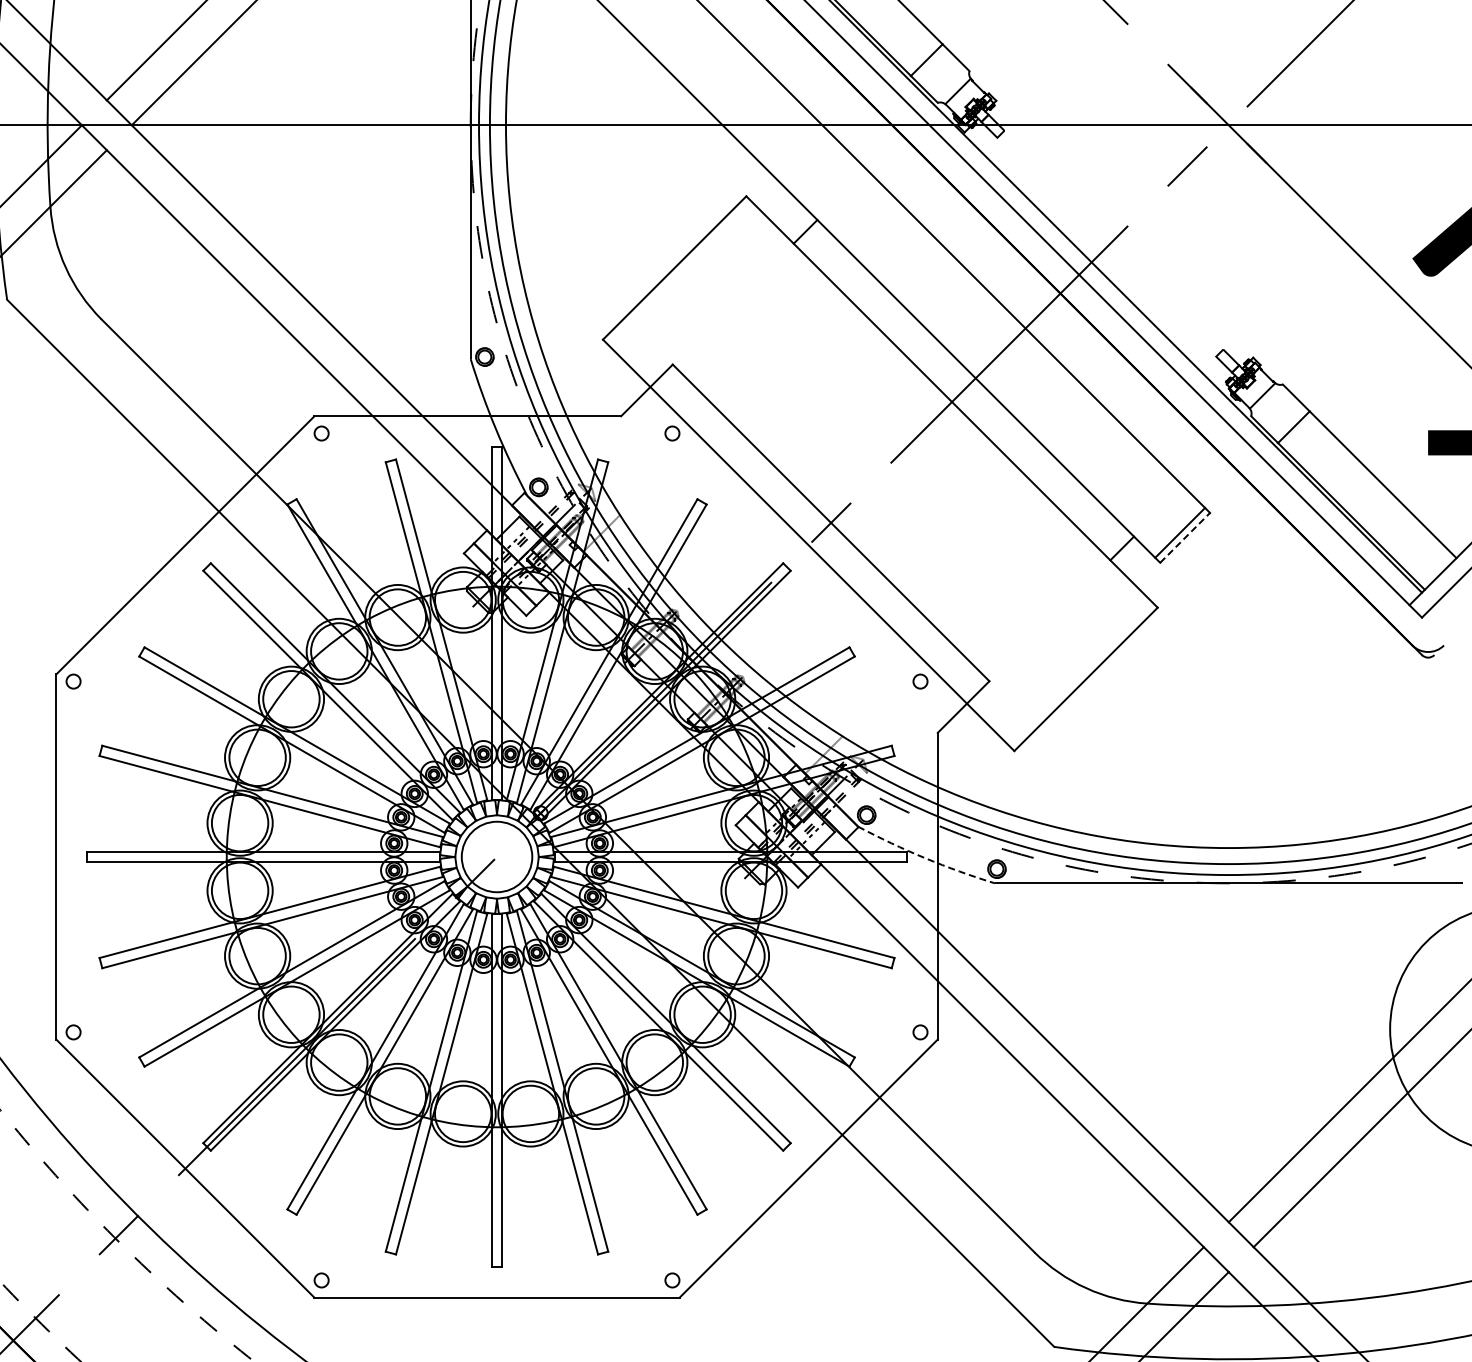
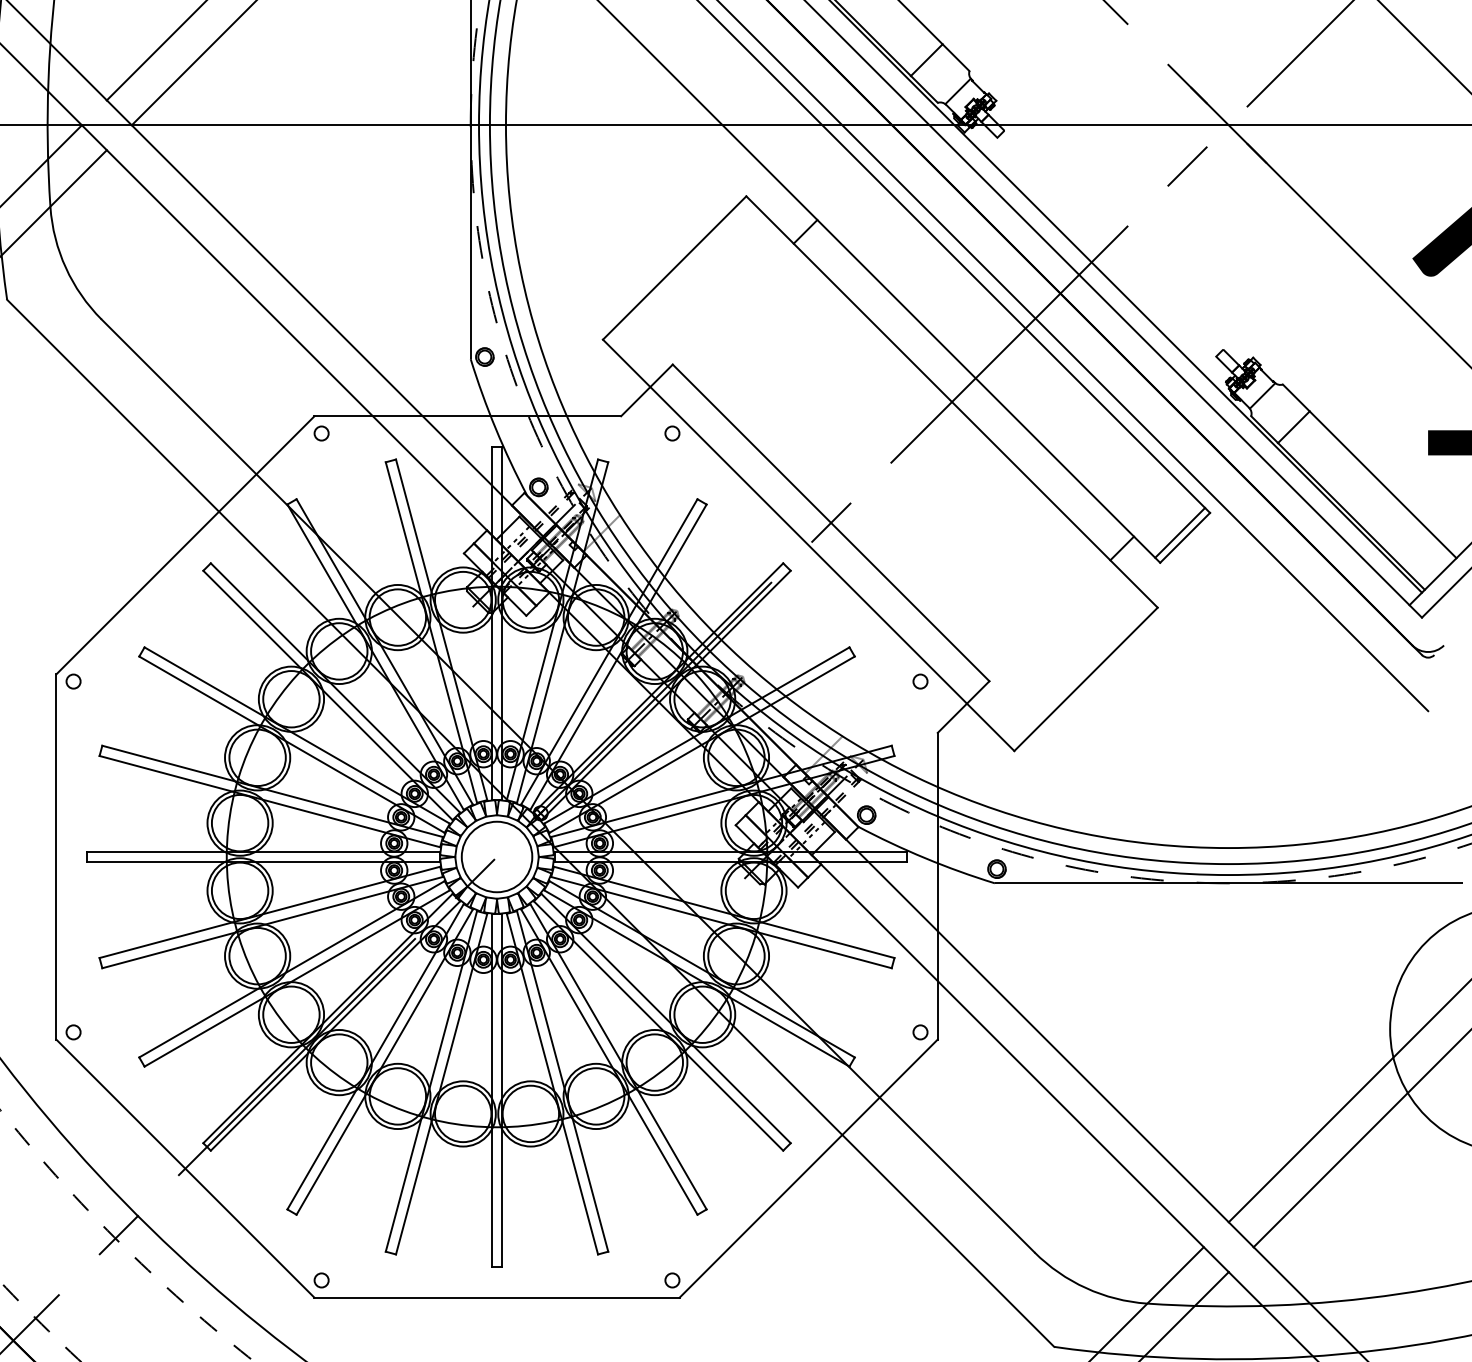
line at (1424, 46): none -> present
line at (1073, 356): none -> present
line at (1185, 537): dashed -> solid
arc at (925, 858): dashed -> solid
